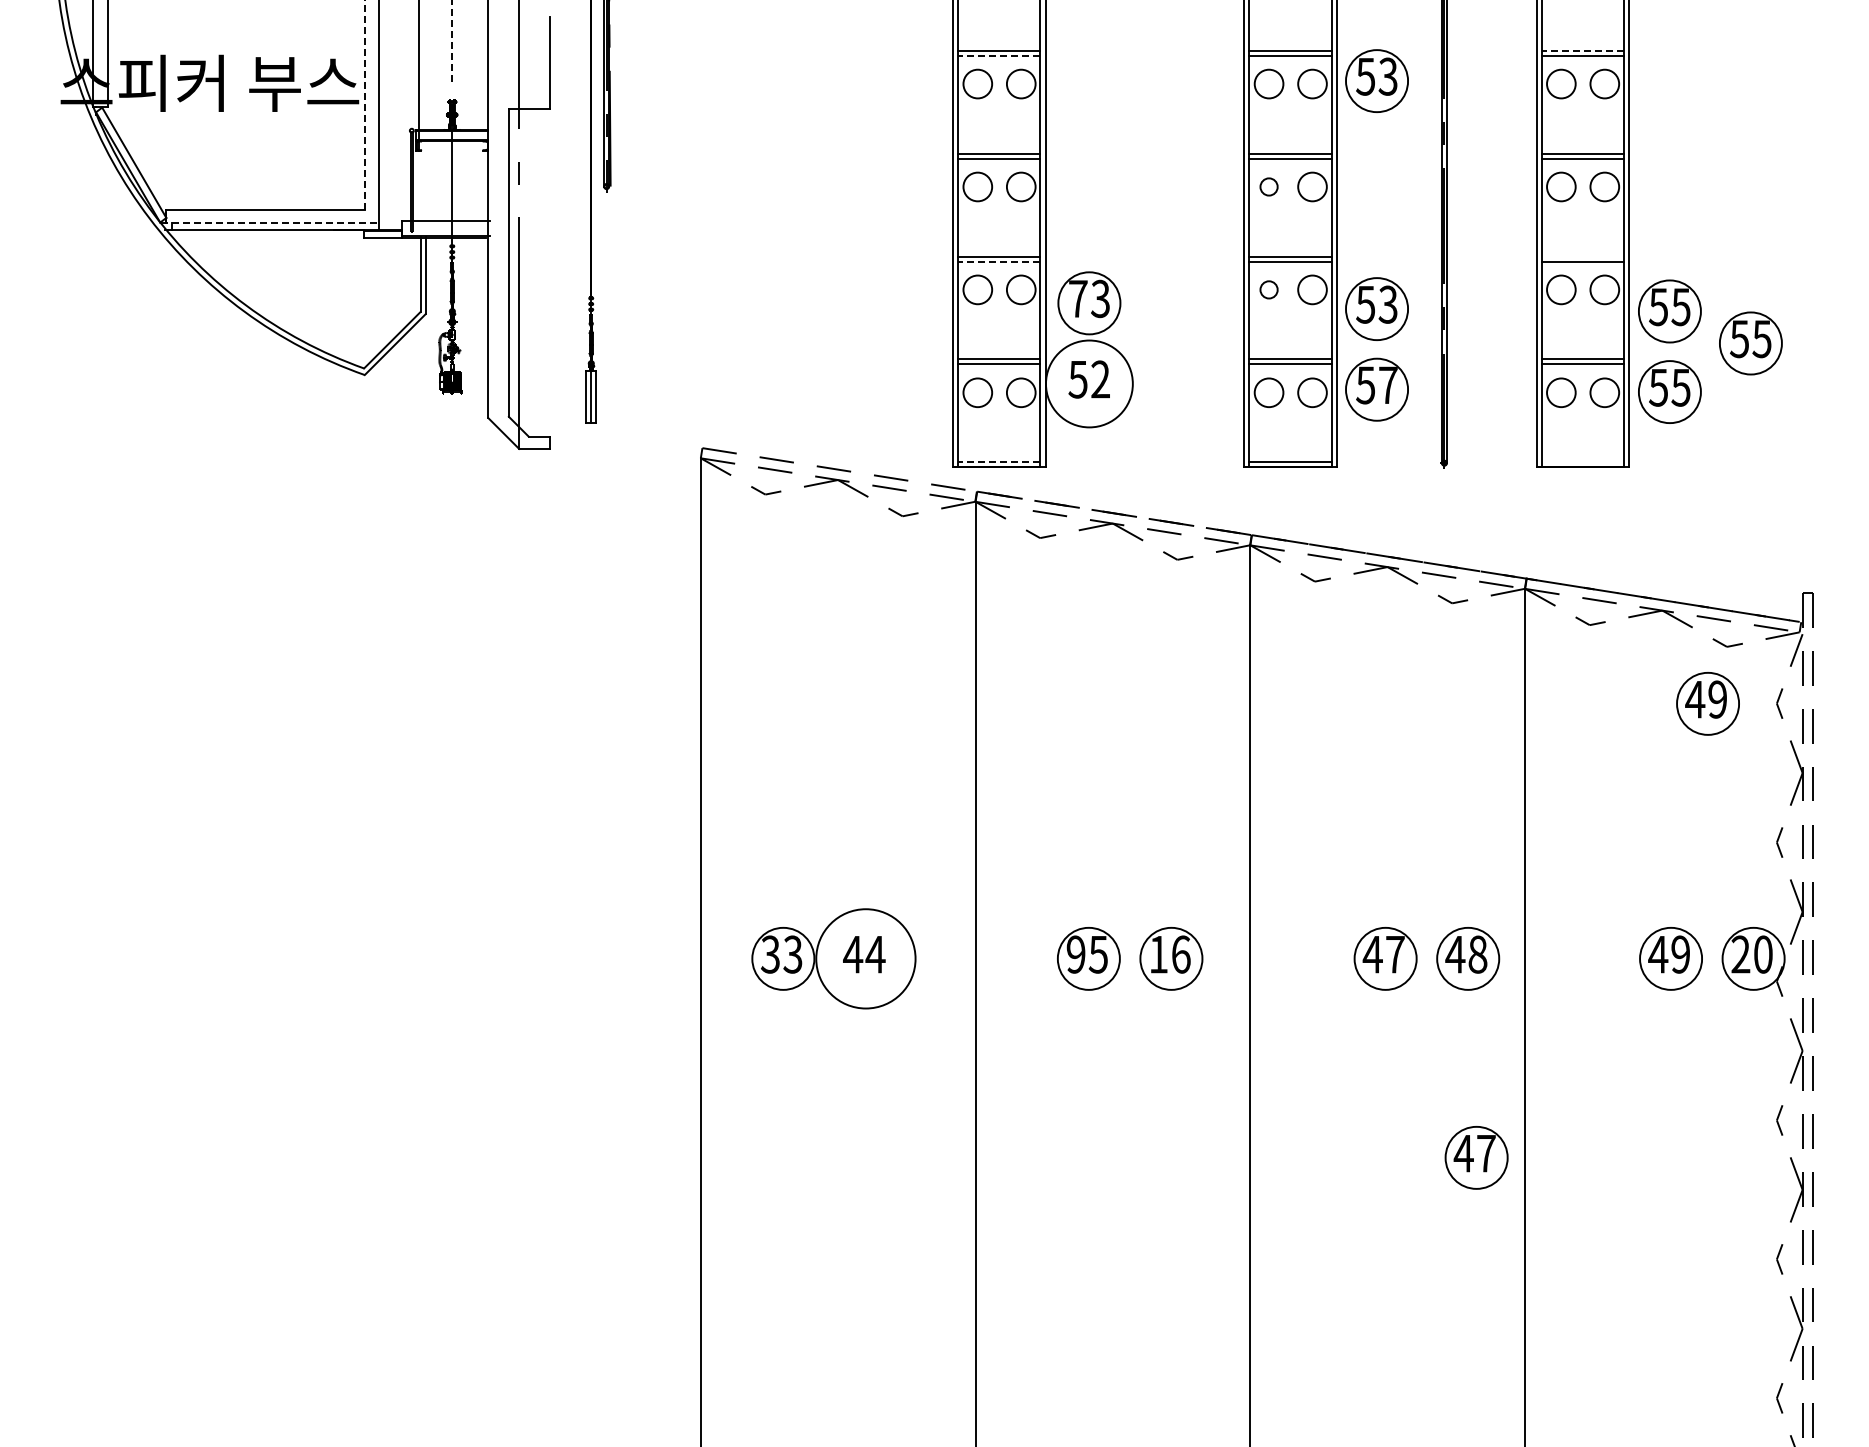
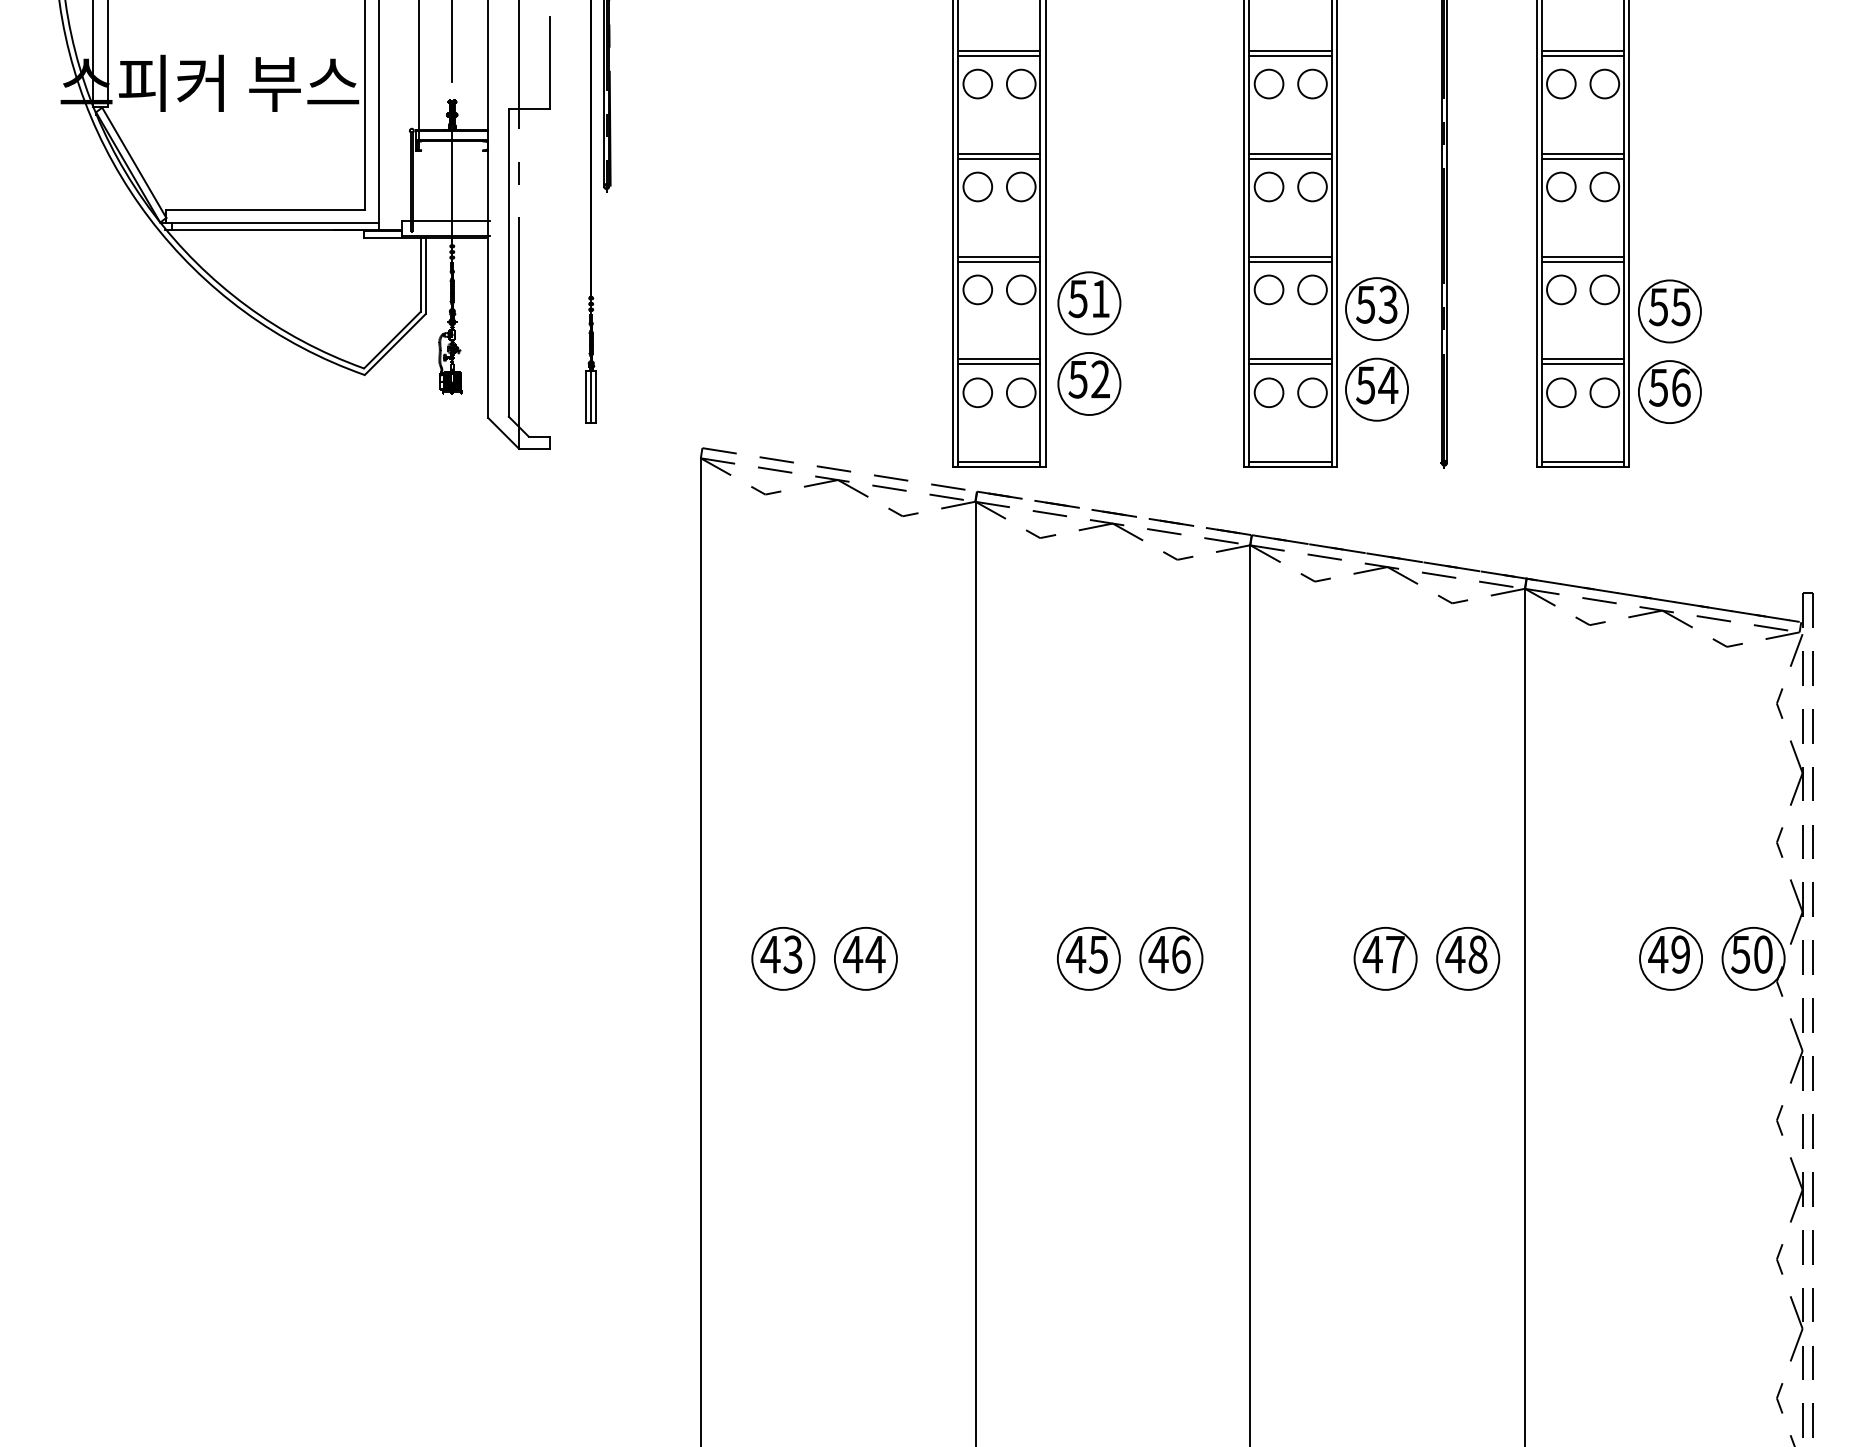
line at (452, 41): dashed -> solid
line at (1582, 50): dashed -> solid
line at (998, 55): dashed -> solid
part at (1376, 80): present -> none
line at (364, 105): dashed -> solid
circle at (1268, 186) diameter: 17 px -> 29 px
line at (270, 223): dashed -> solid
line at (1582, 256): none -> present
line at (998, 261): dashed -> solid
circle at (1268, 289) diameter: 17 px -> 29 px
text at (1088, 298): 73 -> 51
part at (1750, 343): present -> none
circle at (1088, 383) diameter: 87 px -> 62 px
text at (1388, 384): 57 -> 54
text at (1680, 387): 55 -> 56
line at (998, 462): dashed -> solid
line at (1582, 462): none -> present
part at (1707, 703): present -> none
text at (770, 954): 33 -> 43
text at (1075, 954): 95 -> 45
text at (1158, 954): 16 -> 46
text at (1740, 954): 20 -> 50
circle at (865, 958) diameter: 99 px -> 62 px
part at (1476, 1157): present -> none
